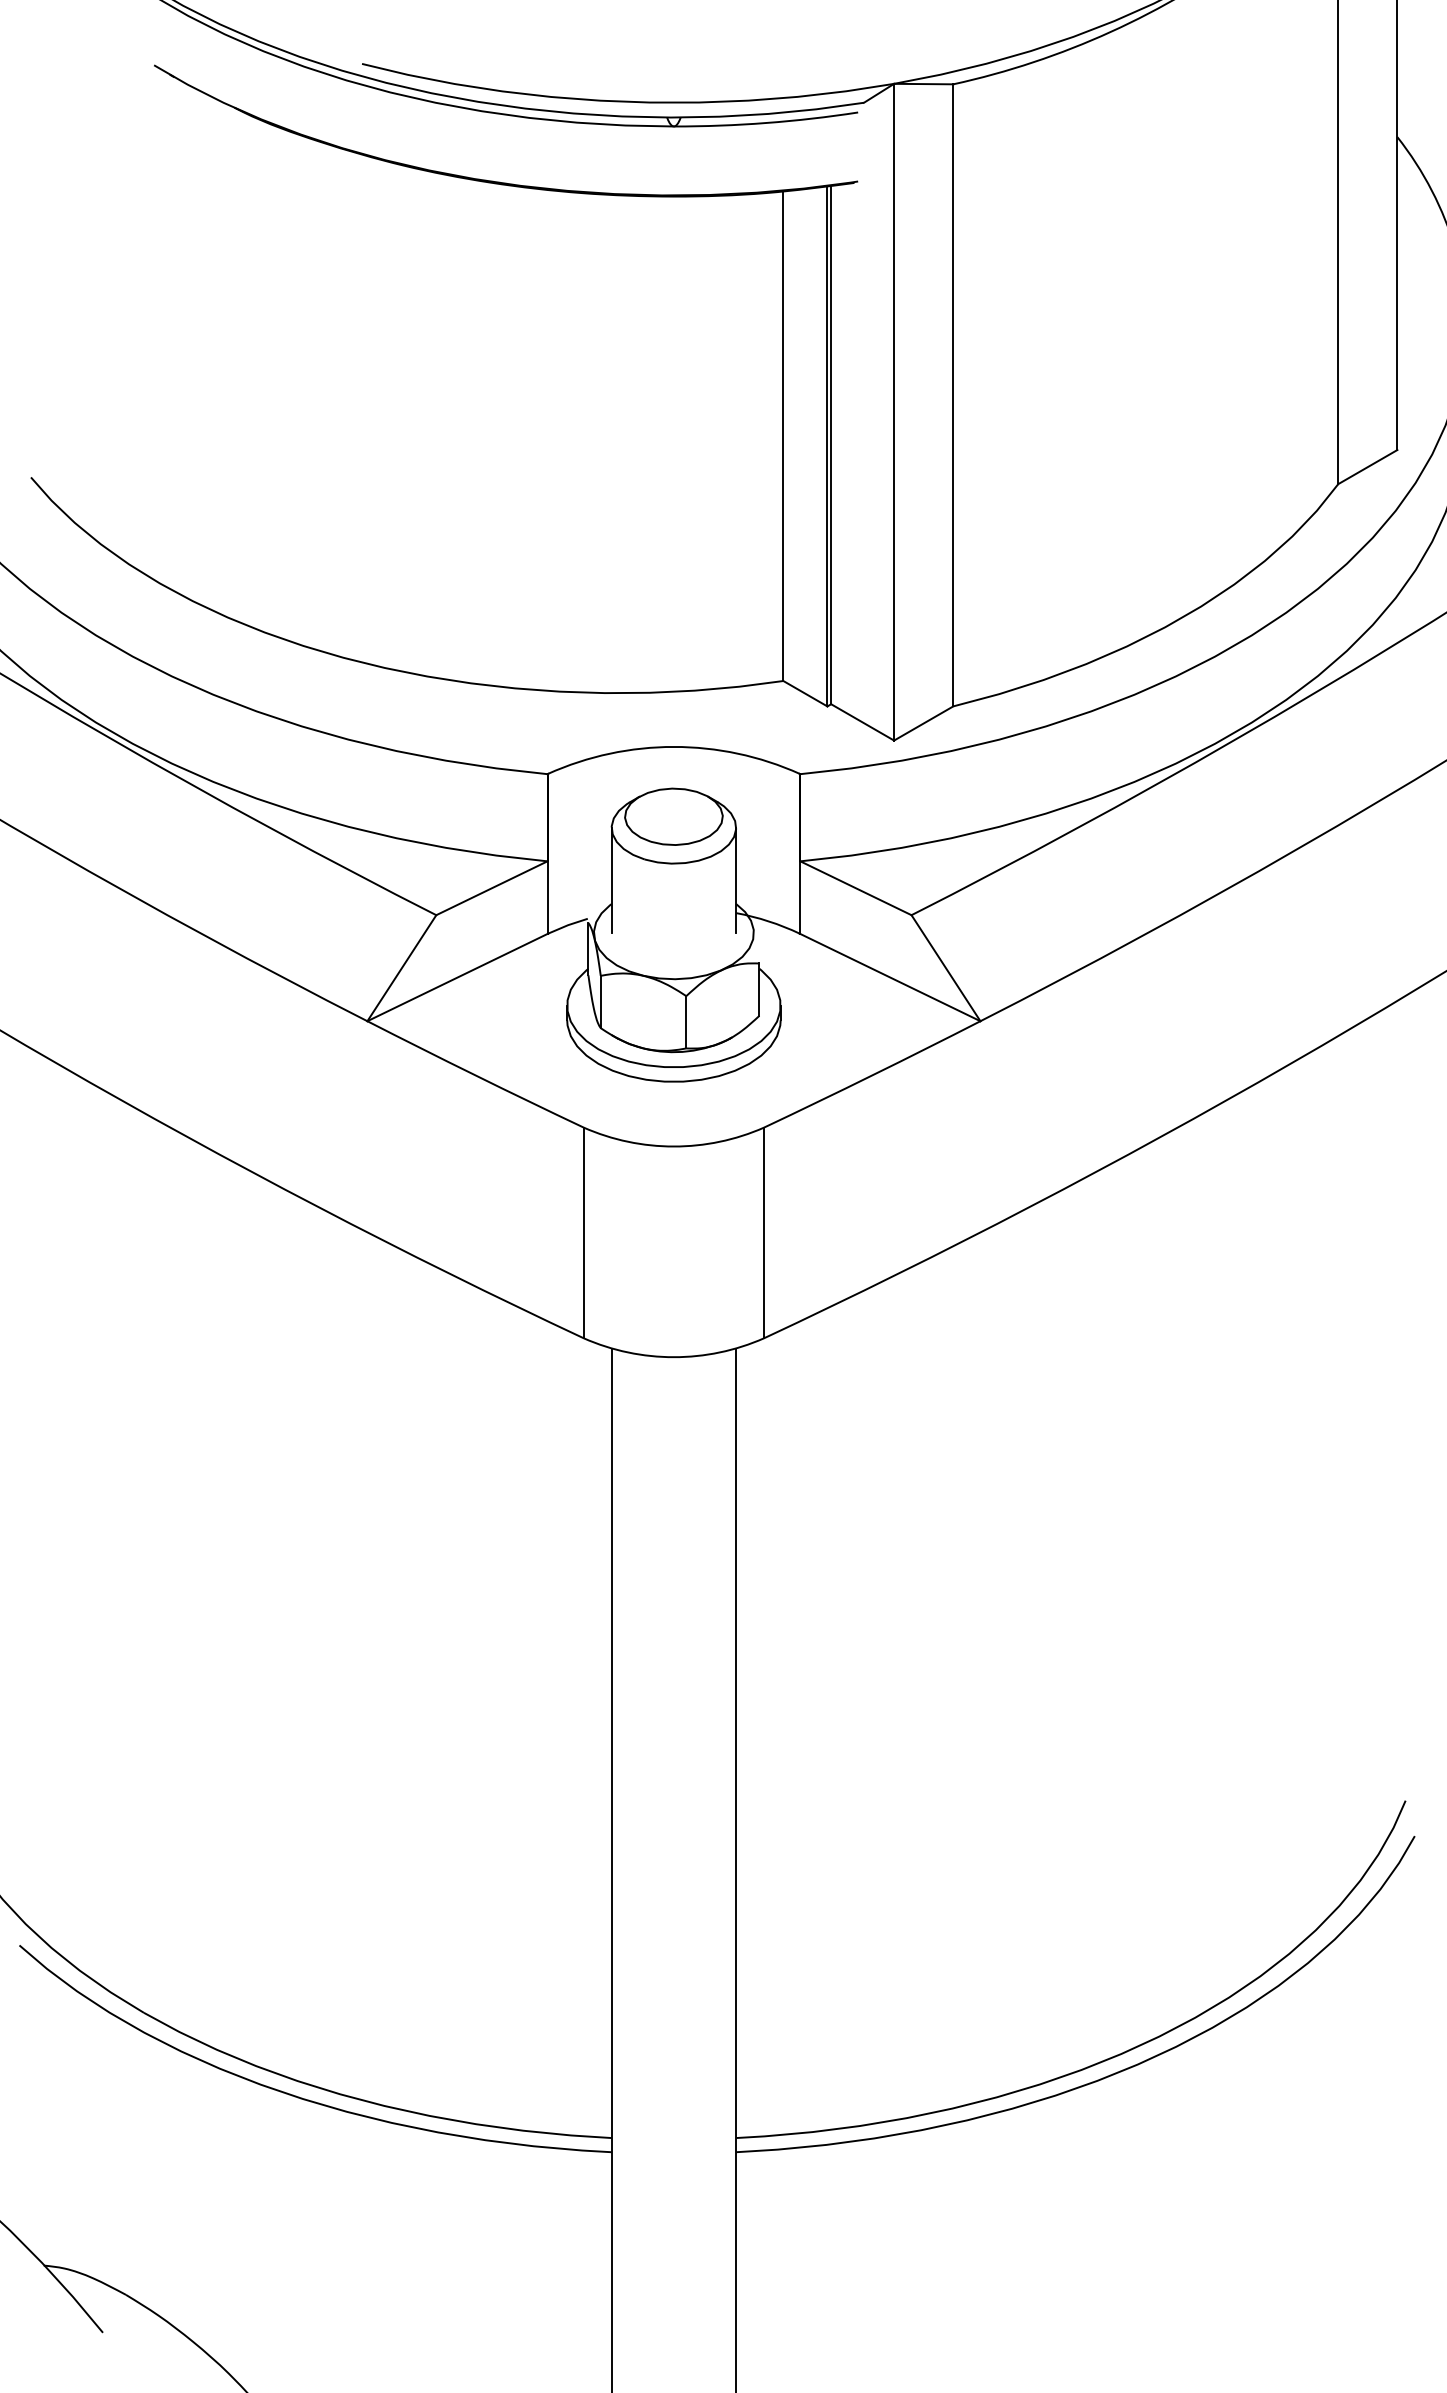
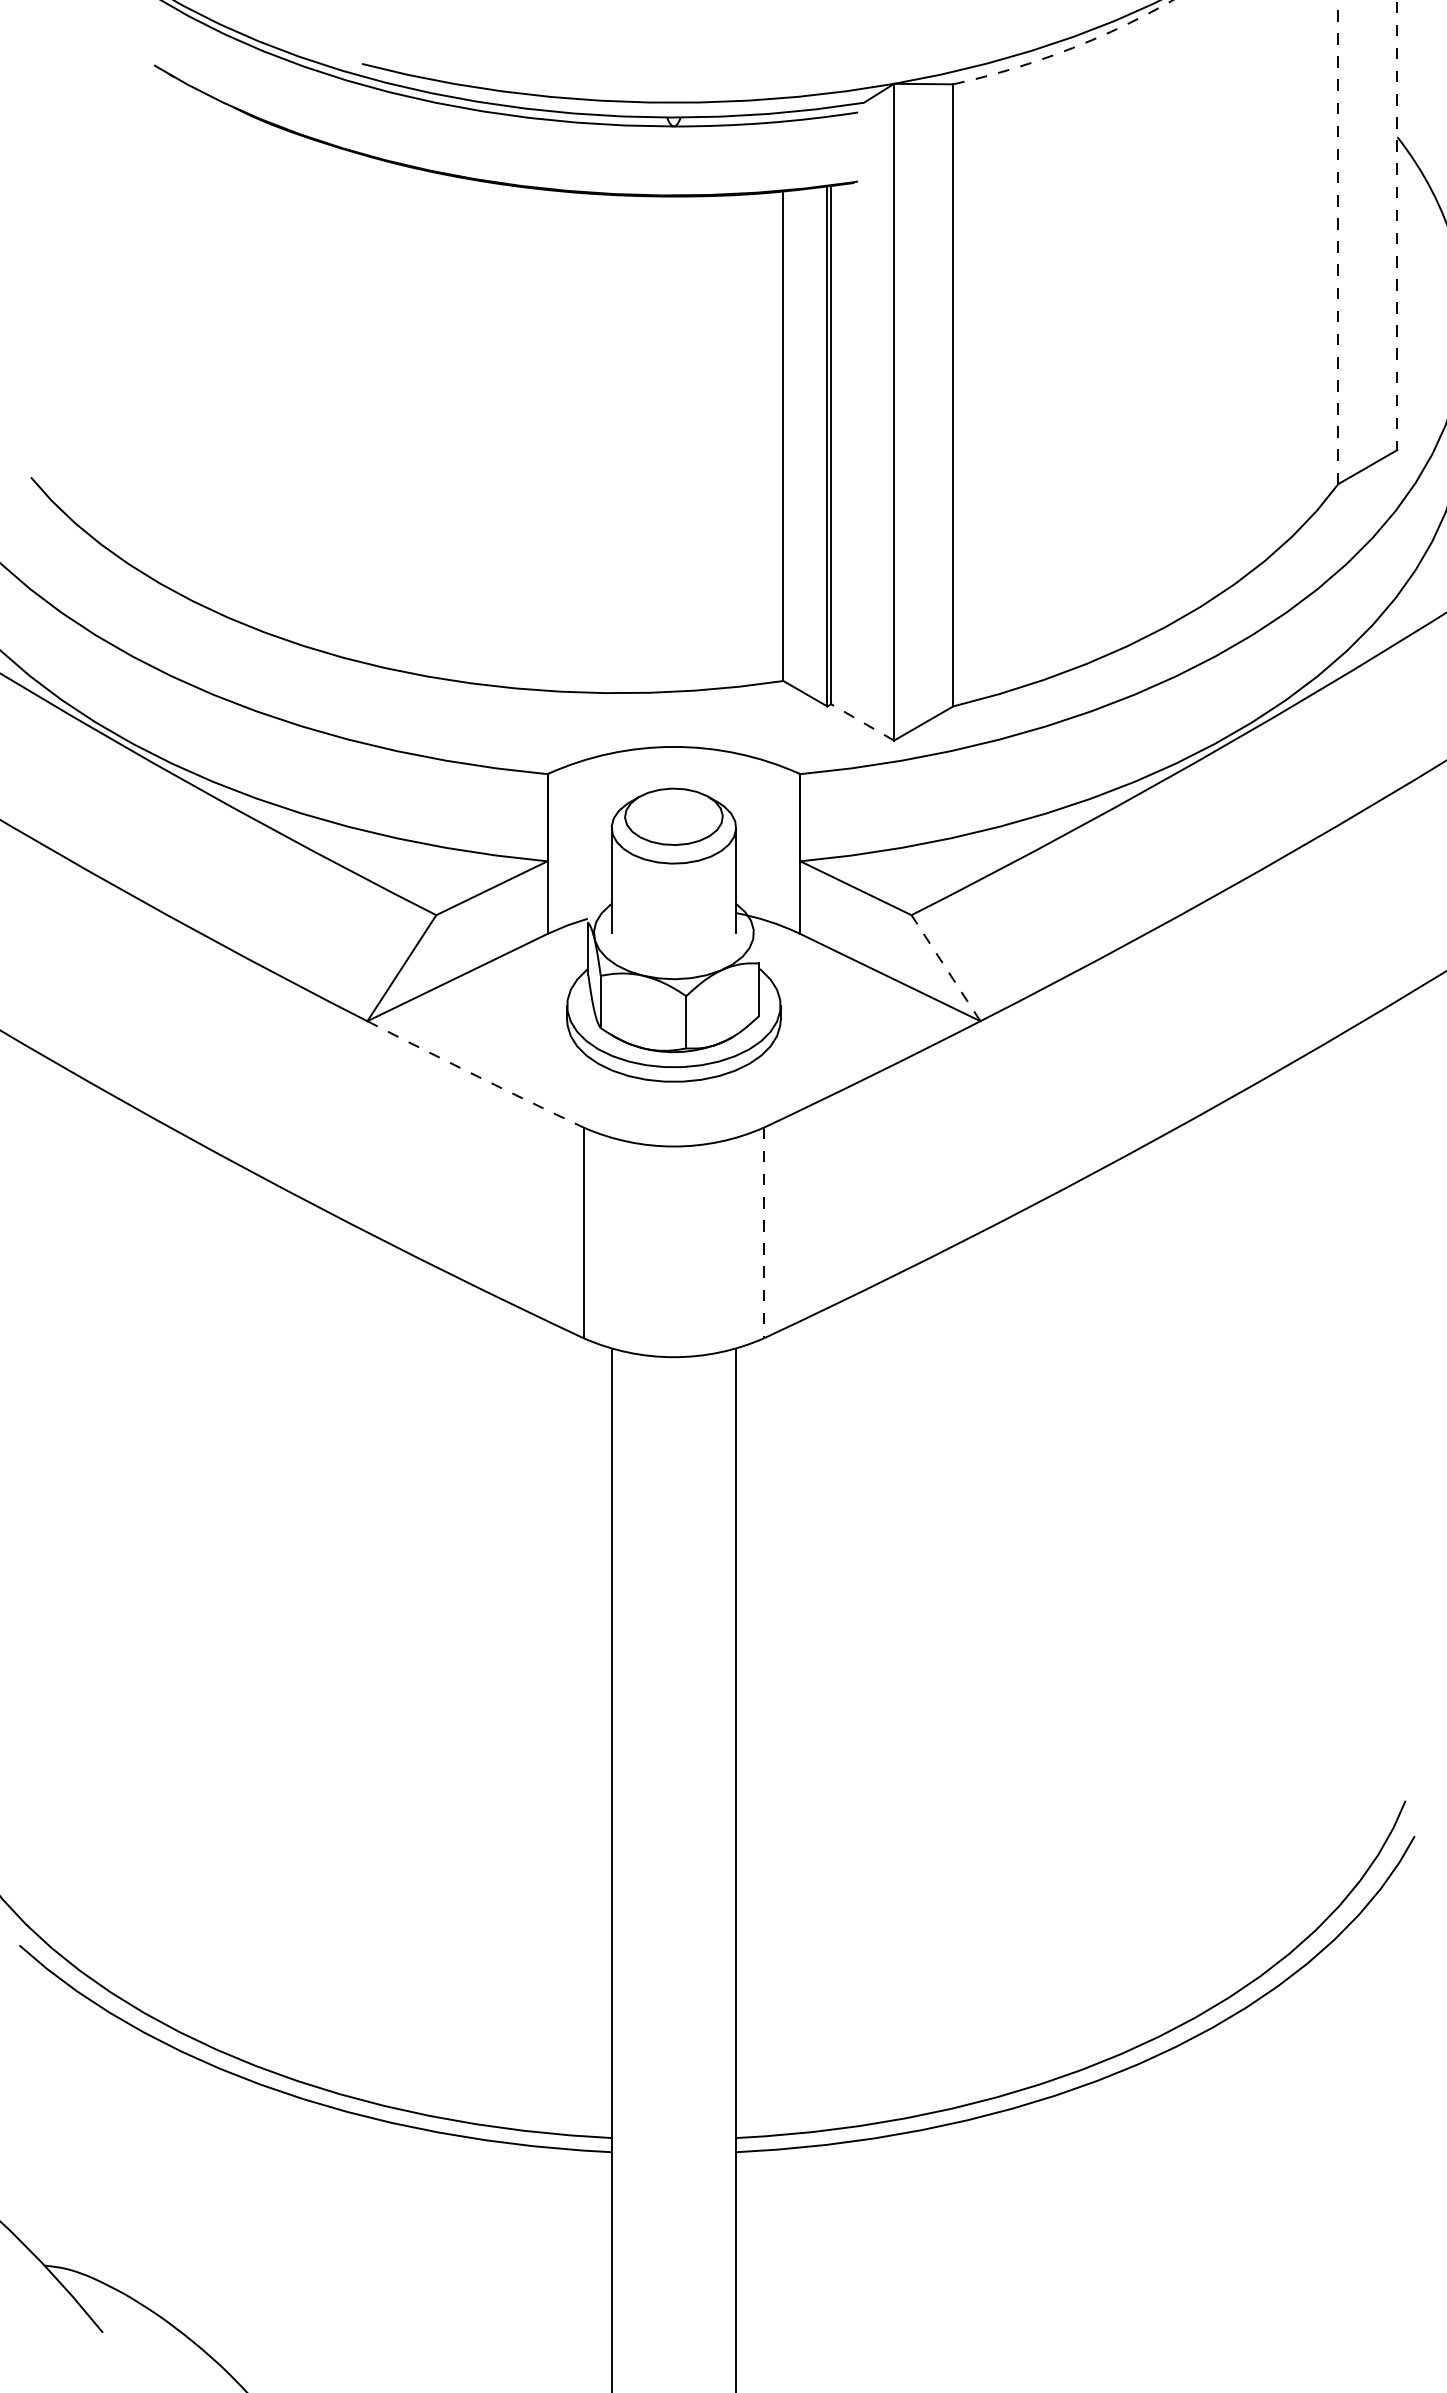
arc at (1067, 50): solid -> dashed
line at (1397, 225): solid -> dashed
line at (1338, 242): solid -> dashed
line at (862, 722): solid -> dashed
line at (945, 967): solid -> dashed
arc at (475, 1075): solid -> dashed
line at (764, 1233): solid -> dashed
